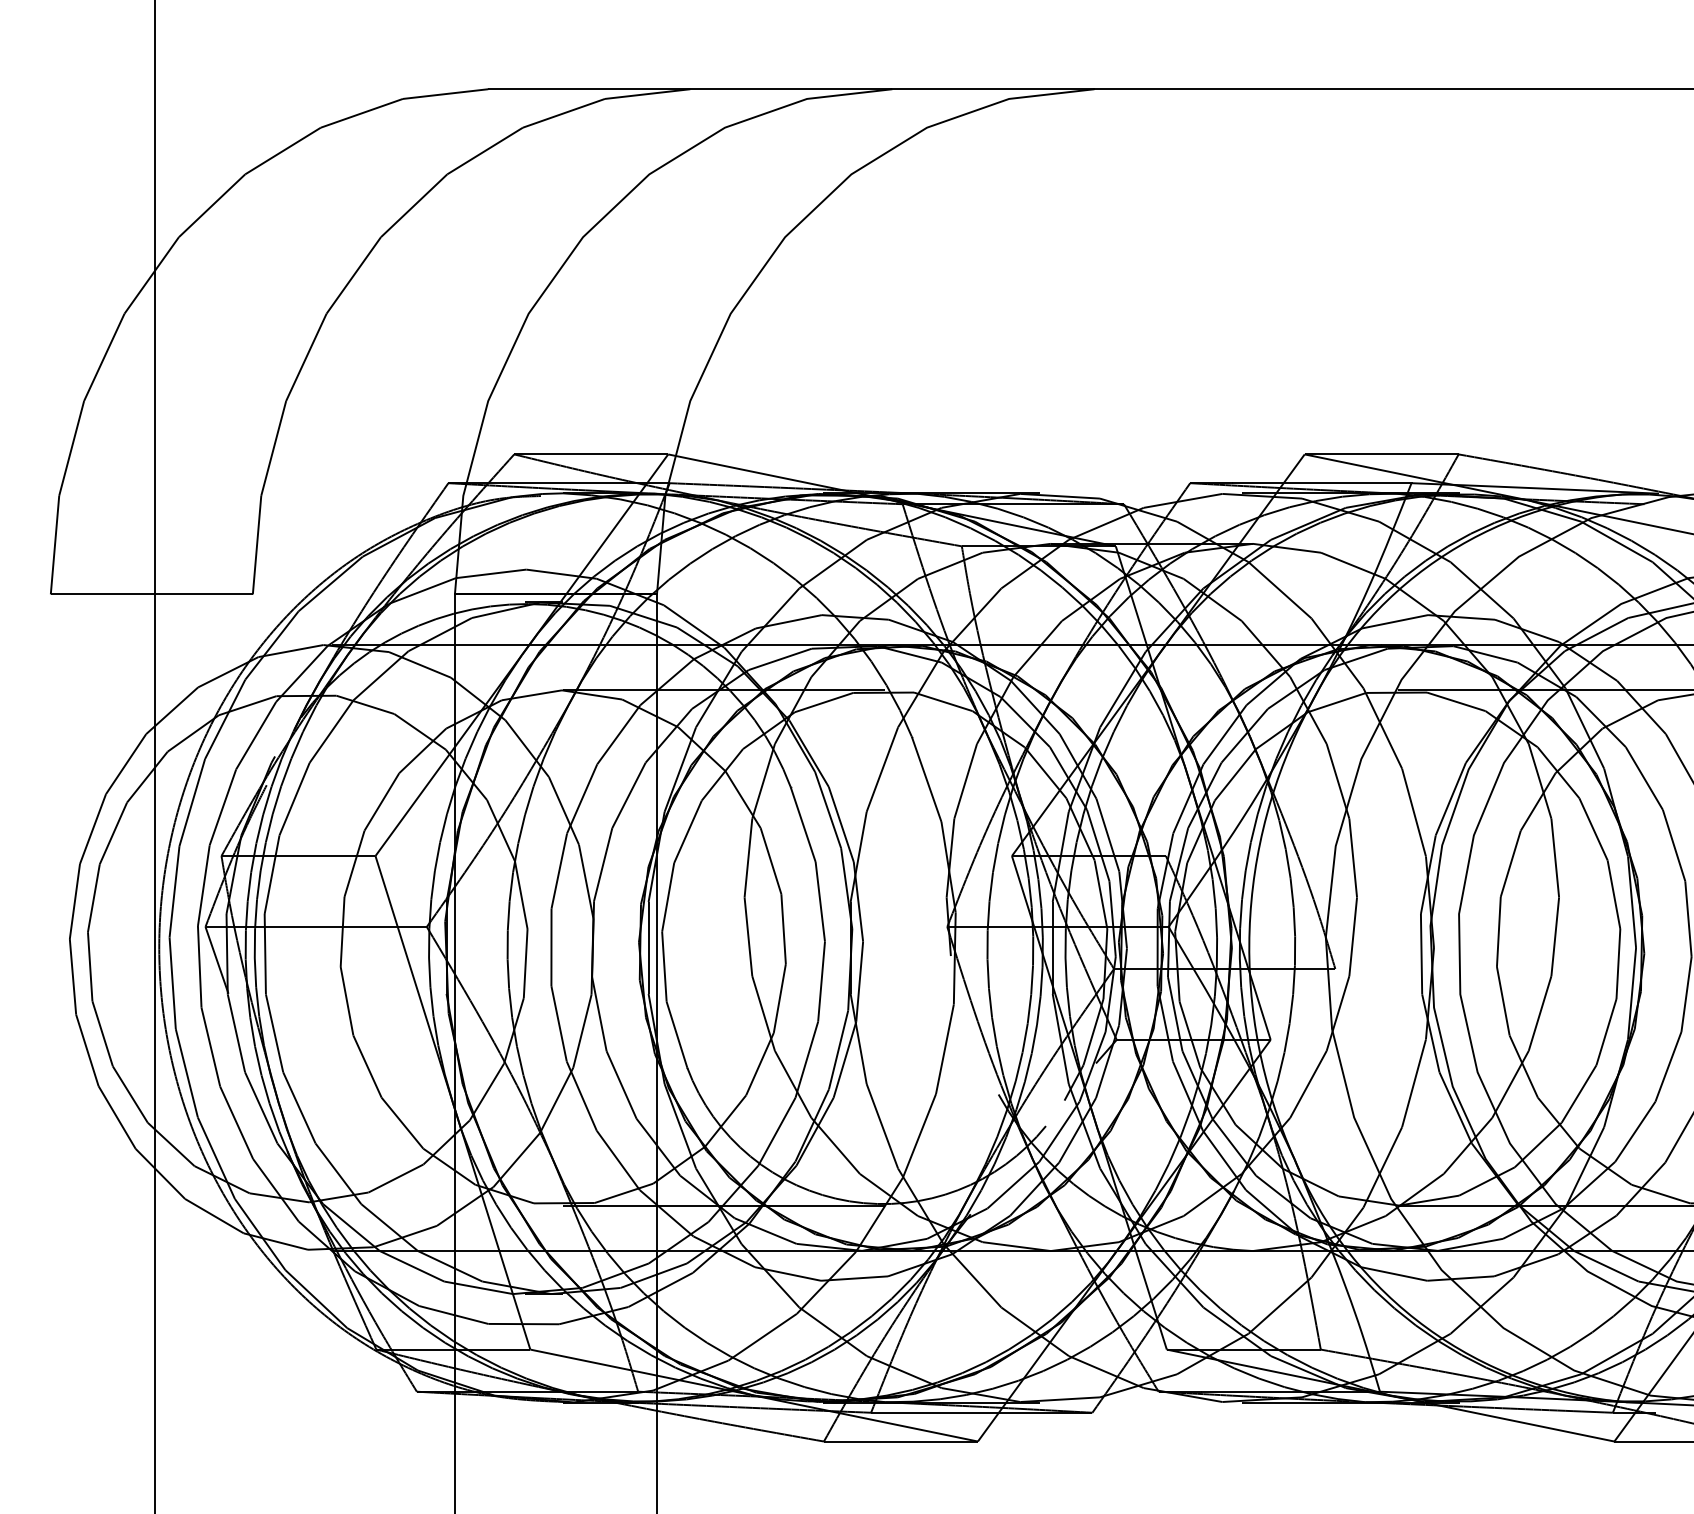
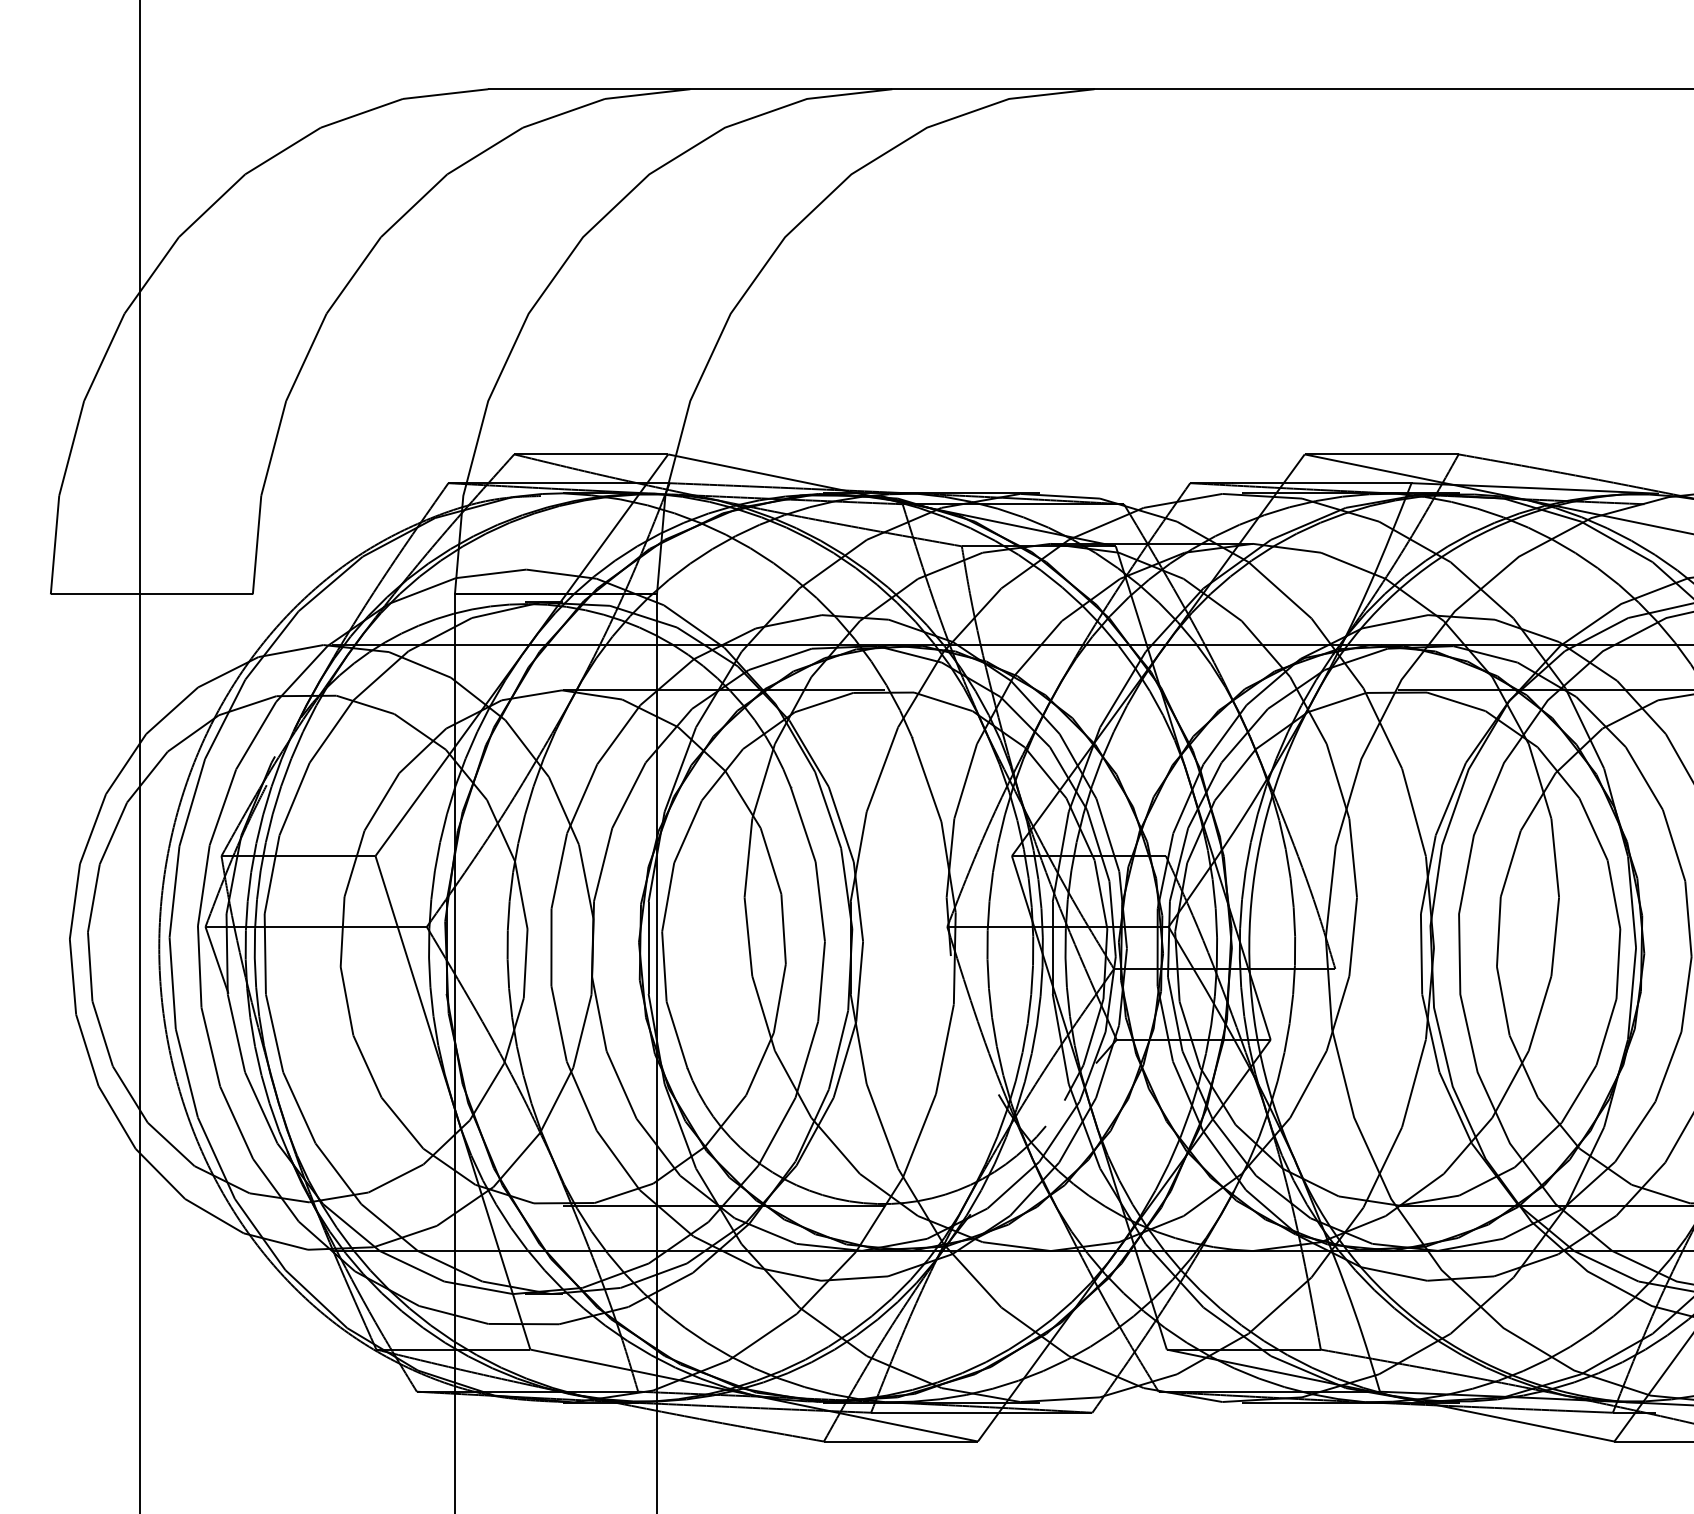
line at (155, 756) position: (155, 756) -> (140, 756)
